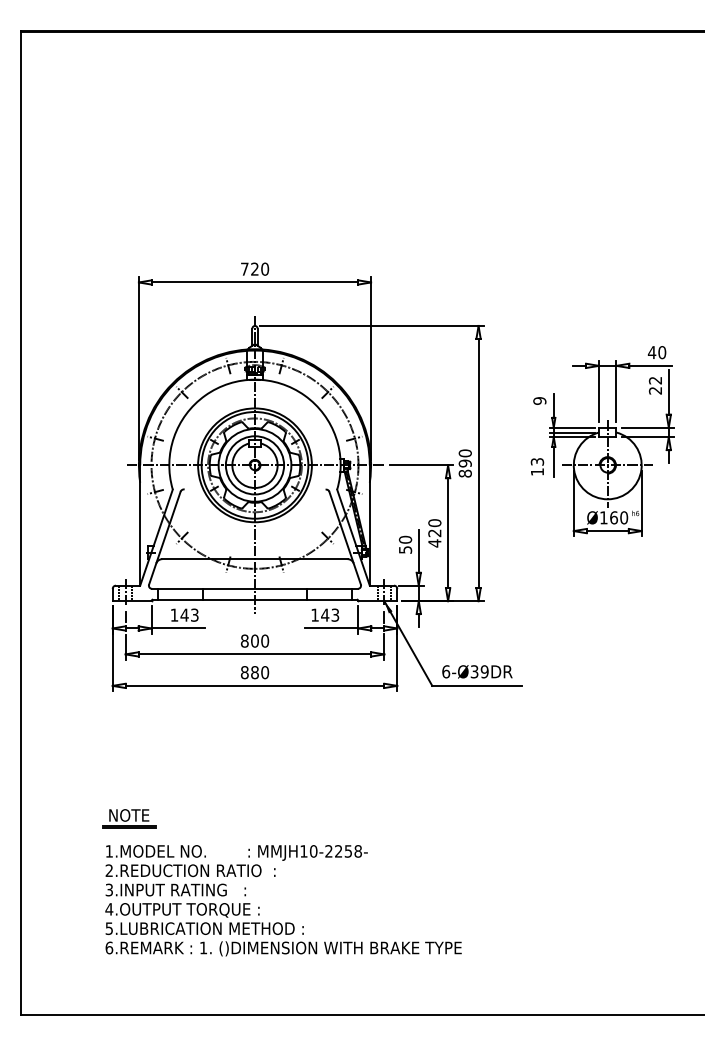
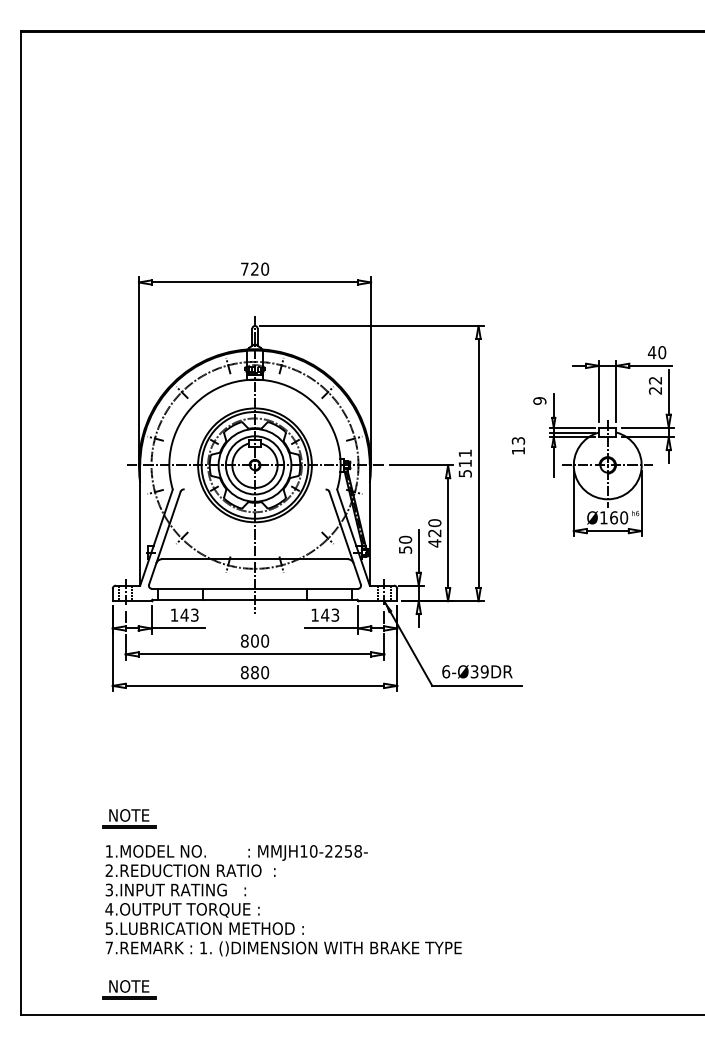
text at (464, 463): 890 -> 511
text at (537, 466) position: (537, 466) -> (518, 445)
text at (109, 947): 6.REMARK -> 7.REMARK
part at (129, 989): none -> present
